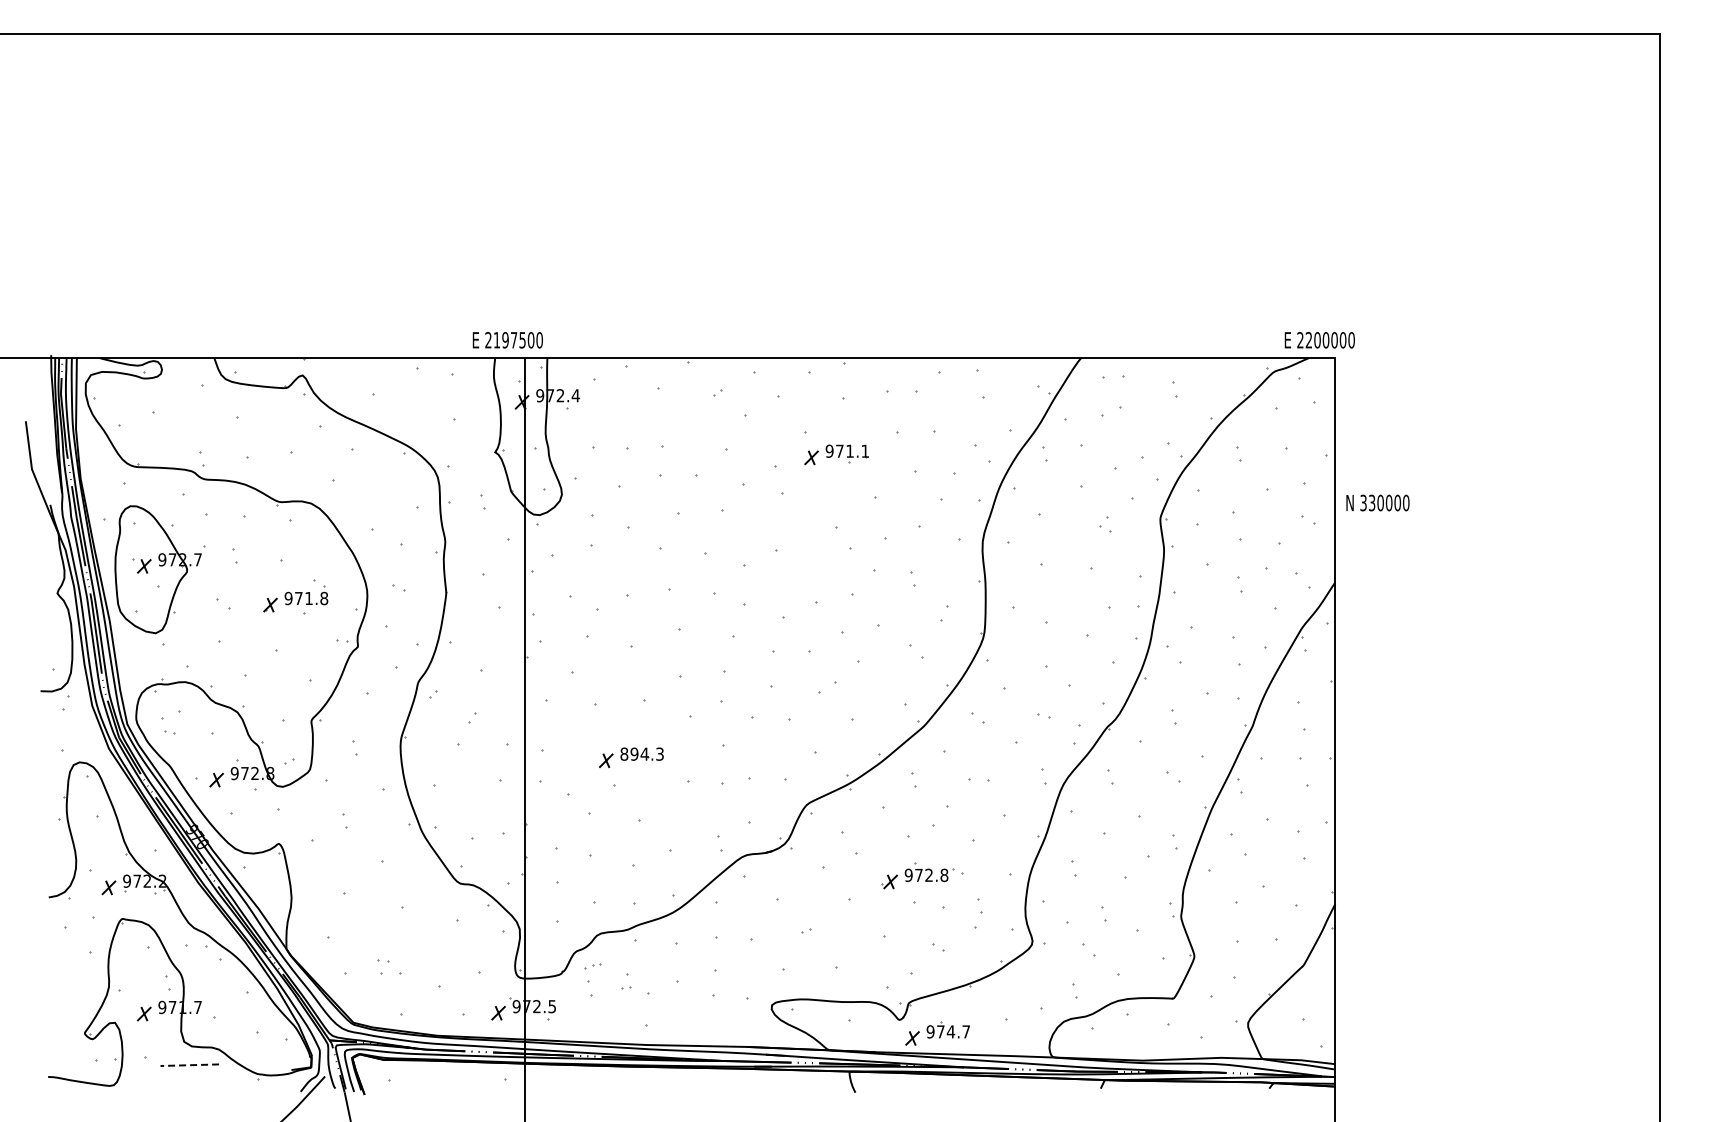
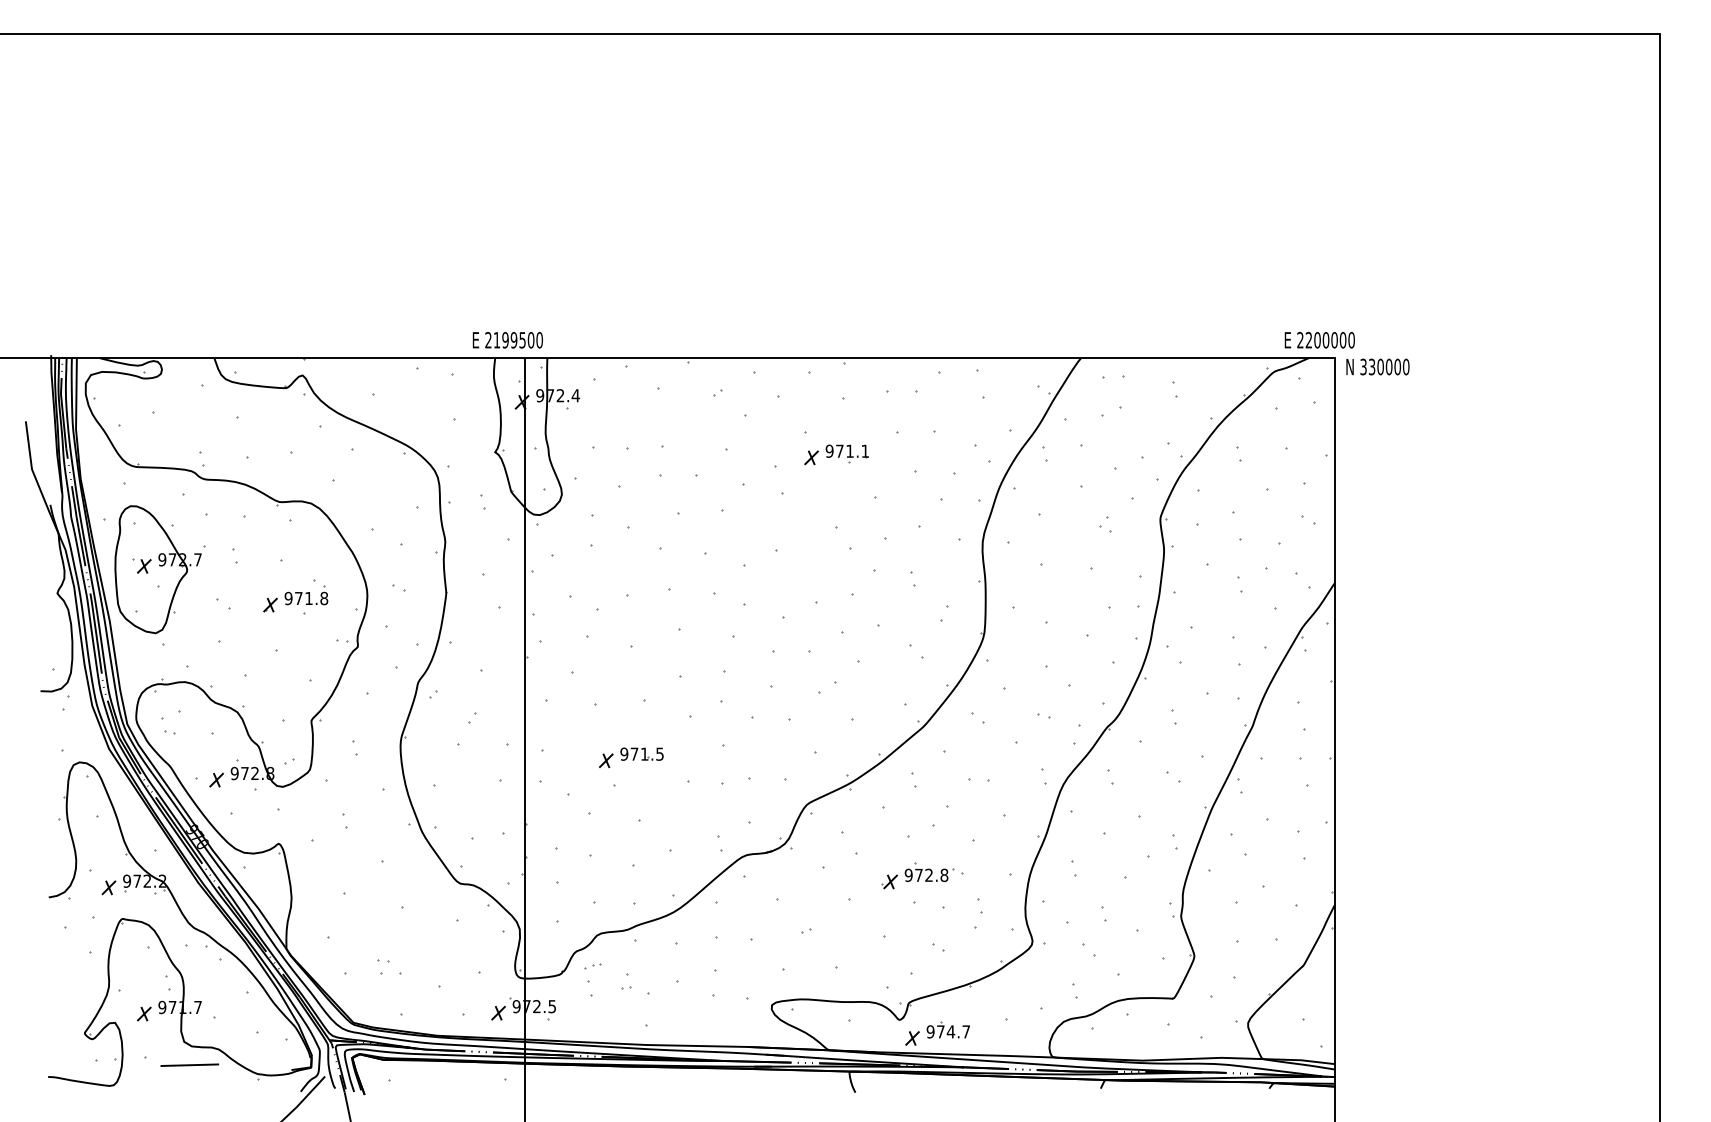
text at (513, 340): 2197500 -> 2199500
text at (1377, 502) position: (1377, 502) -> (1377, 366)
text at (641, 753): 894.3 -> 971.5
line at (189, 1065): dashed -> solid
